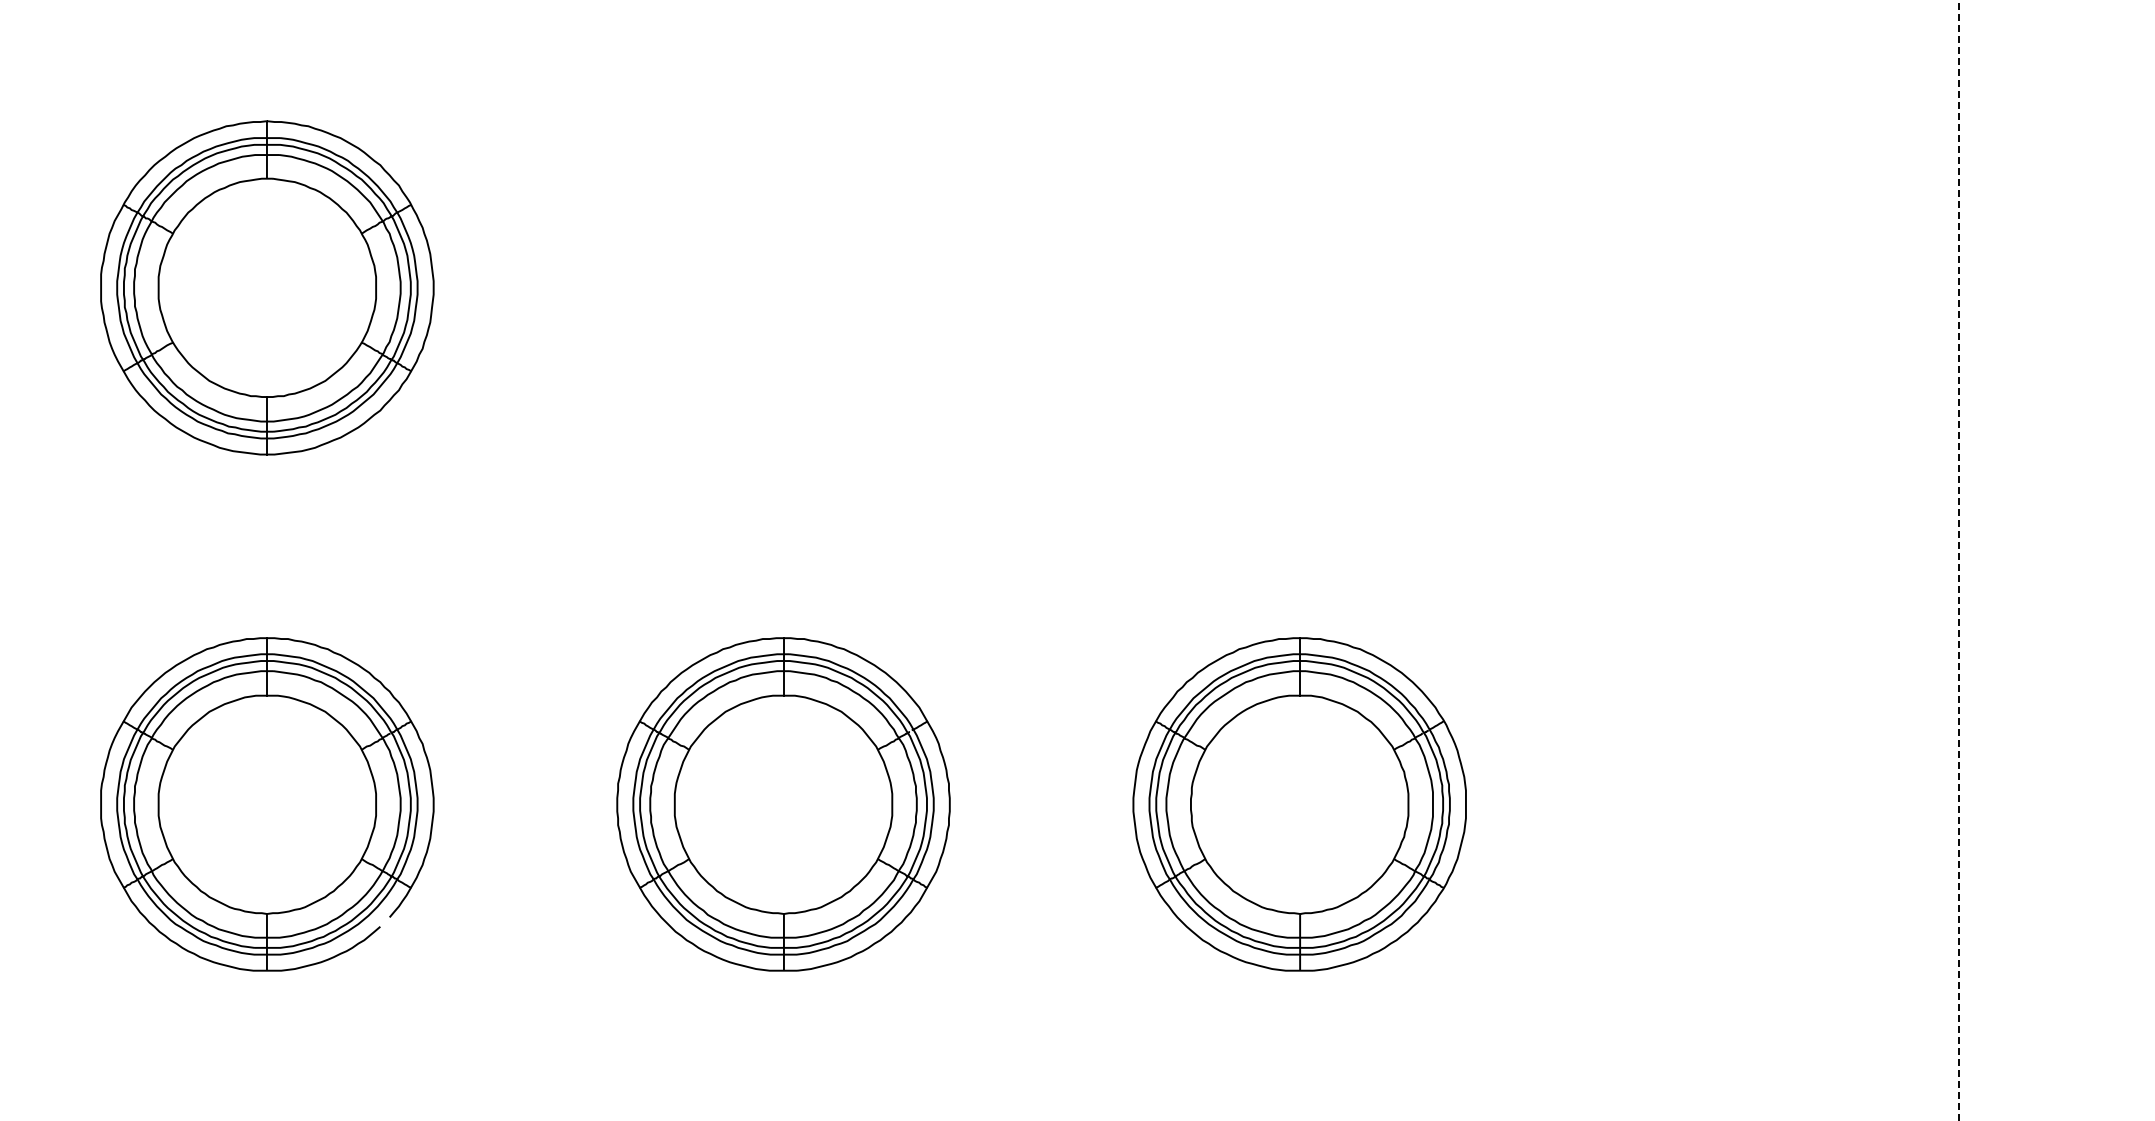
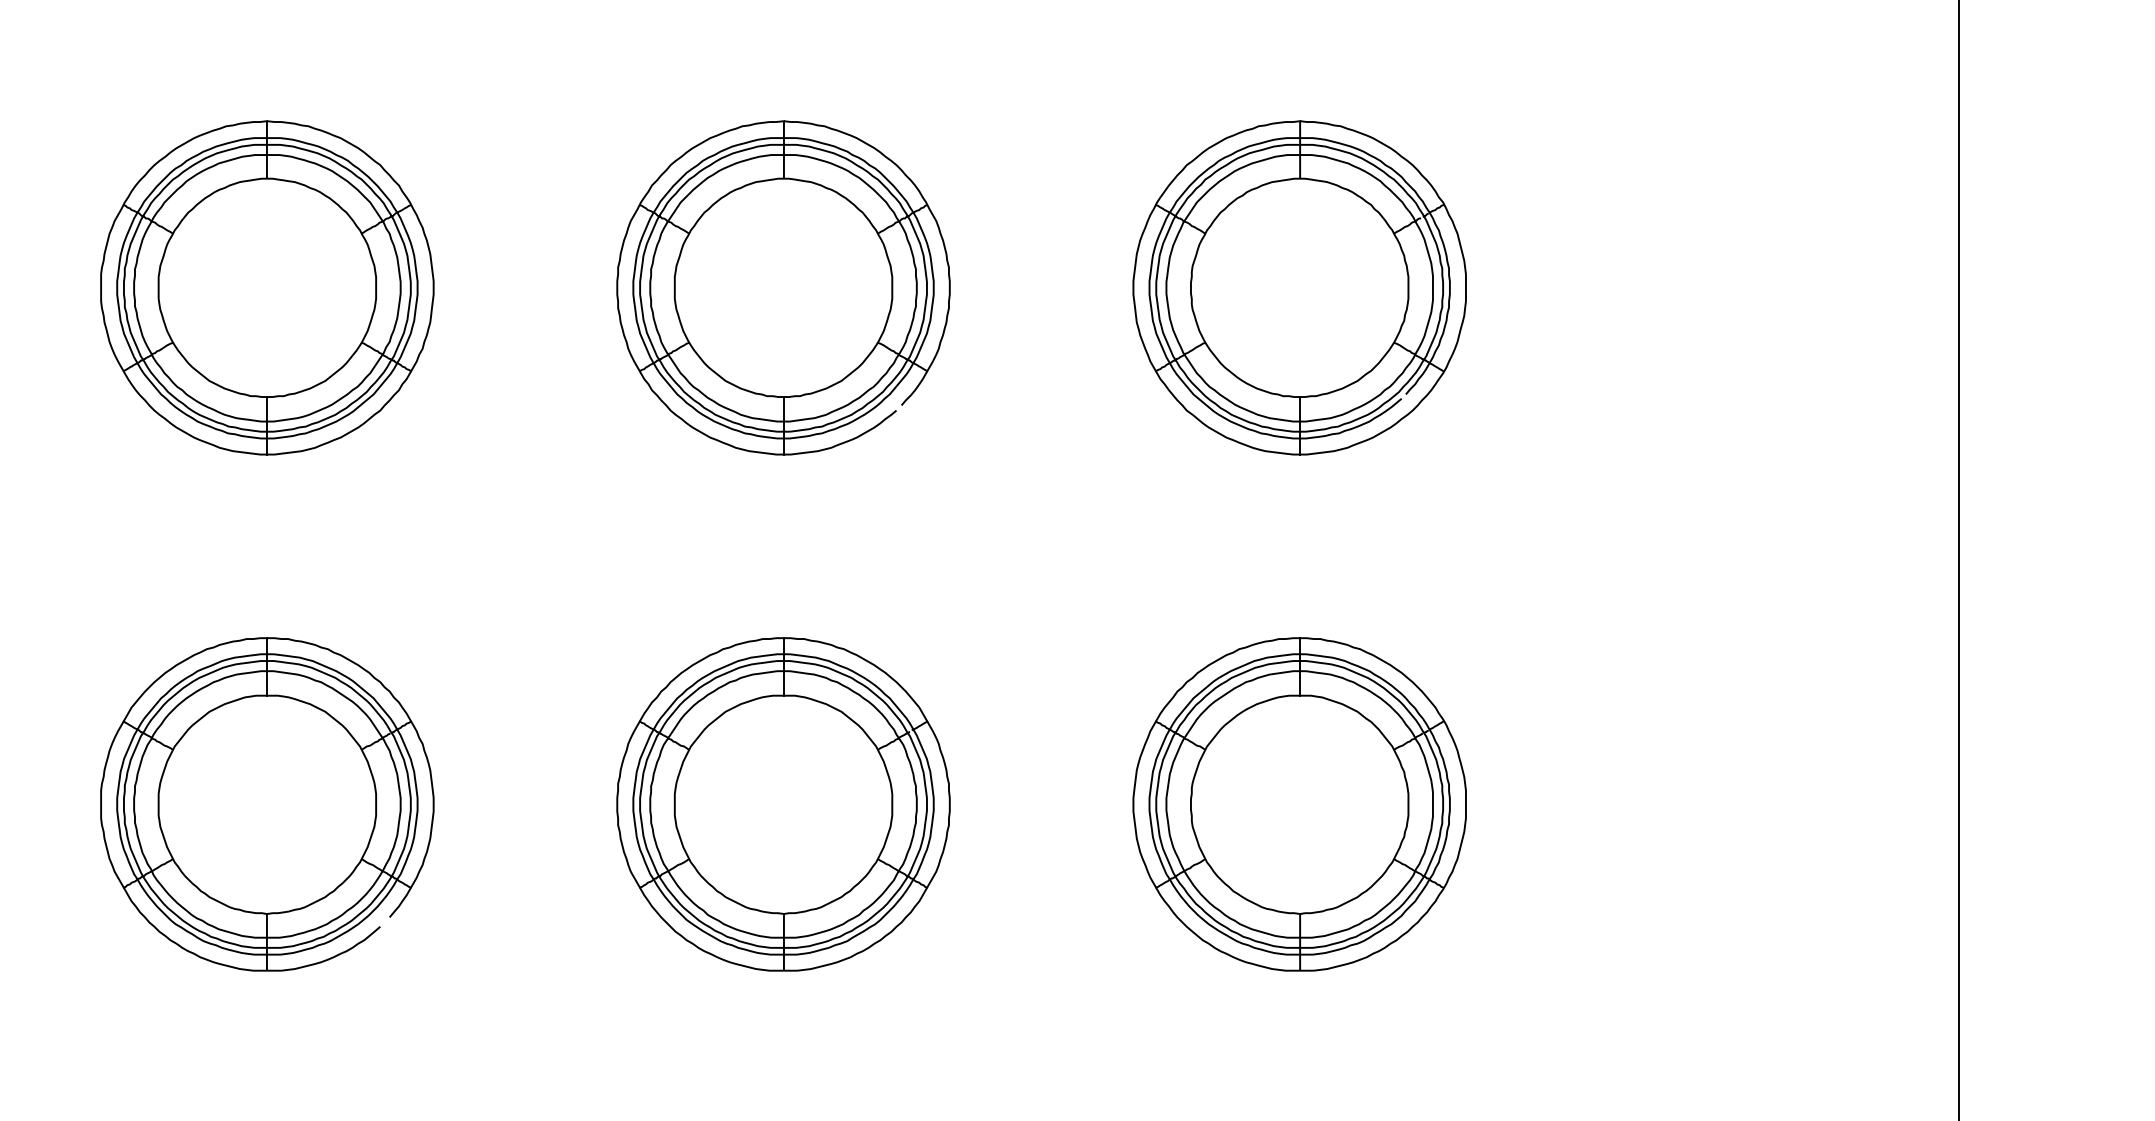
part at (783, 287): none -> present
part at (1299, 287): none -> present
line at (1959, 561): dashed -> solid
